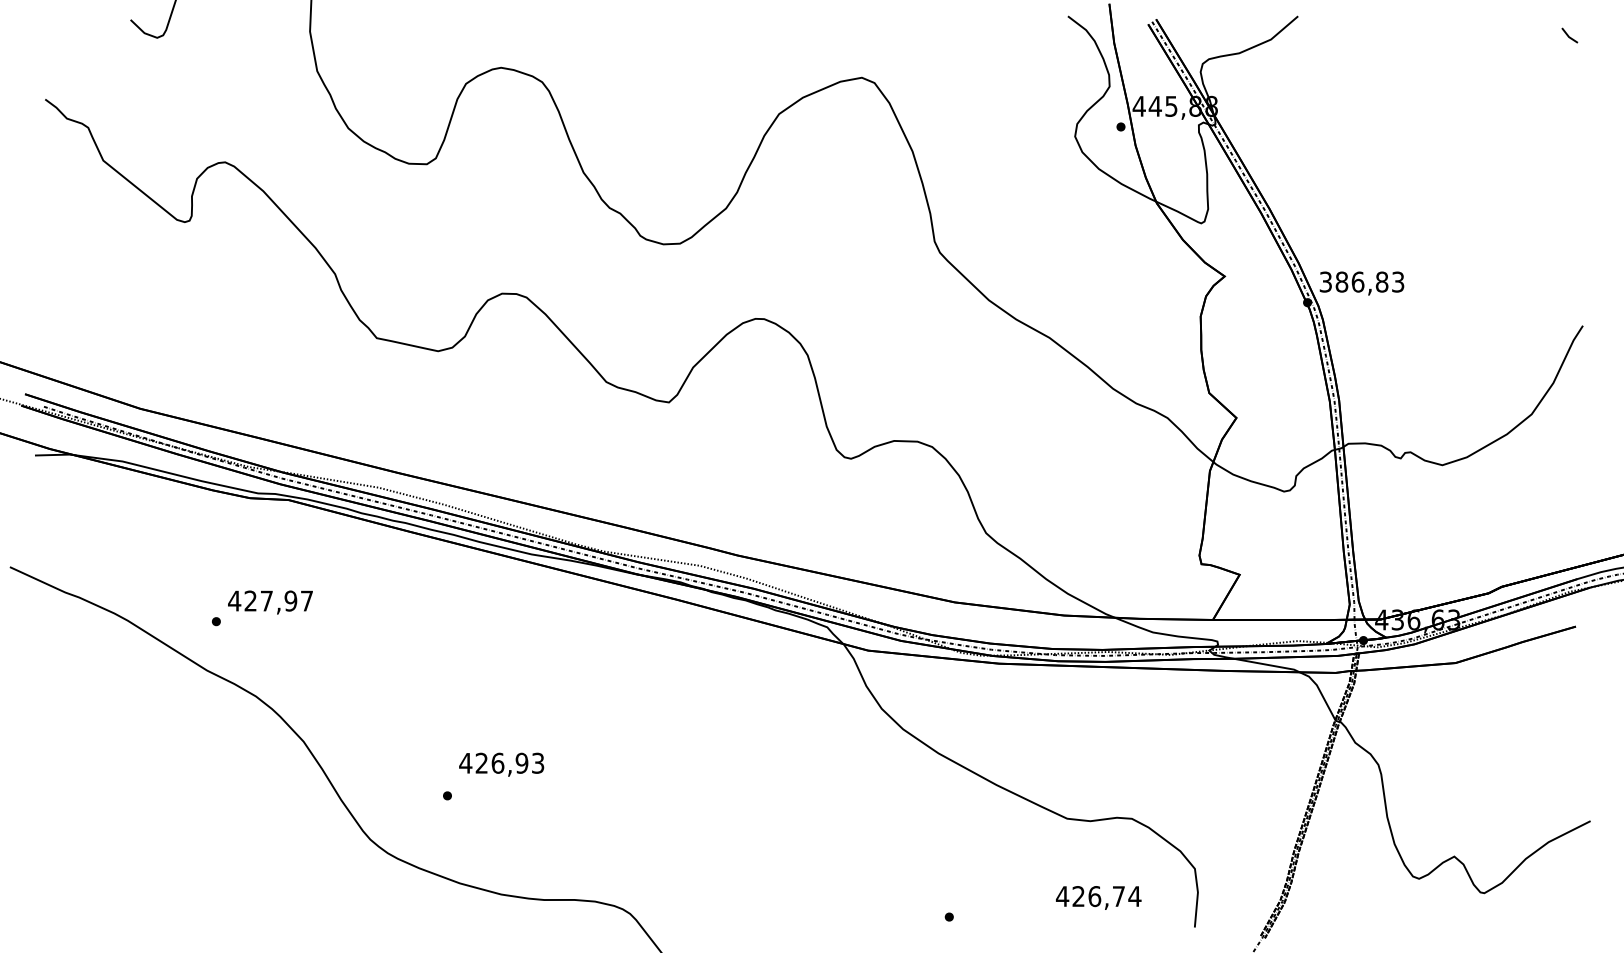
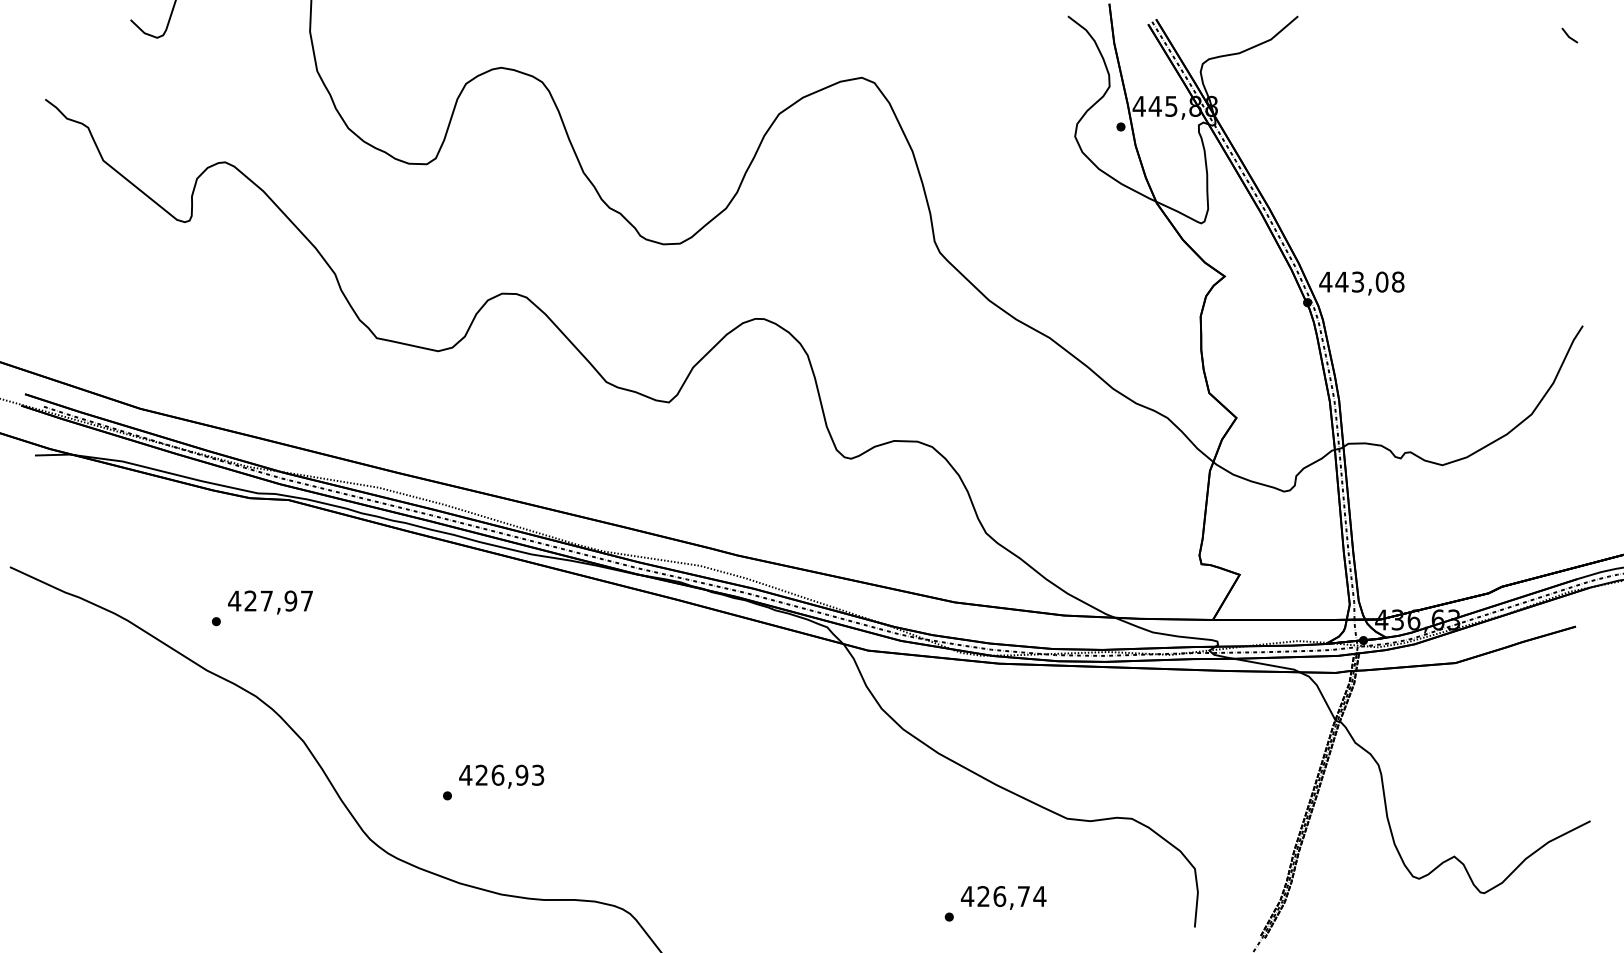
text at (1361, 281): 386,83 -> 443,08
text at (501, 764) position: (501, 764) -> (501, 776)
text at (1098, 897) position: (1098, 897) -> (1003, 897)
